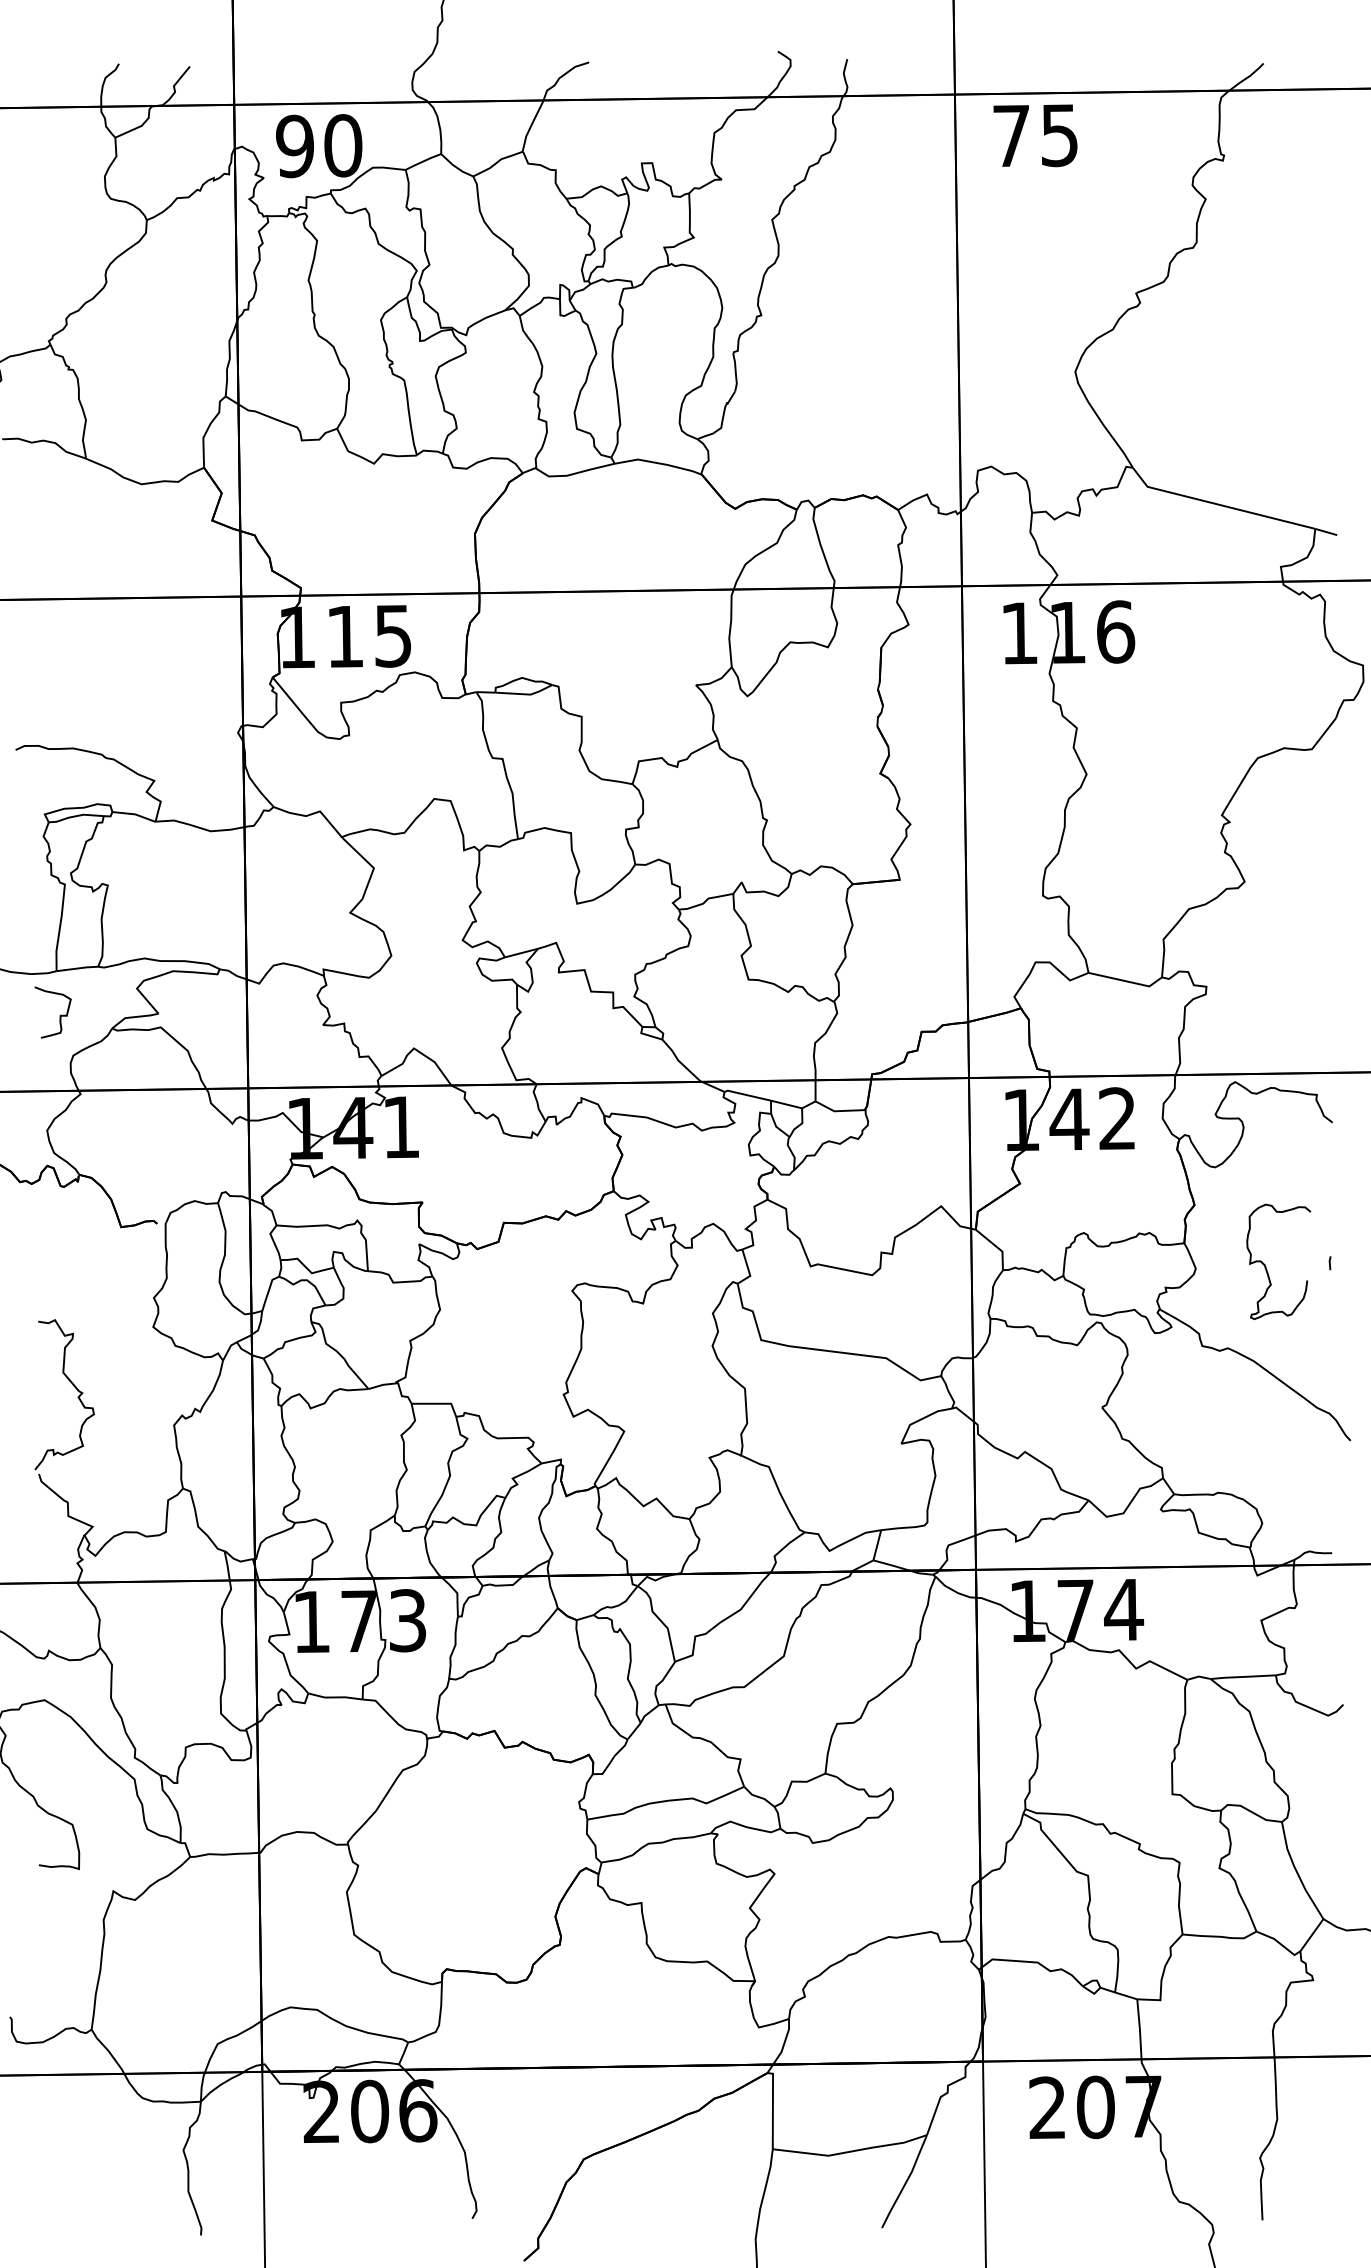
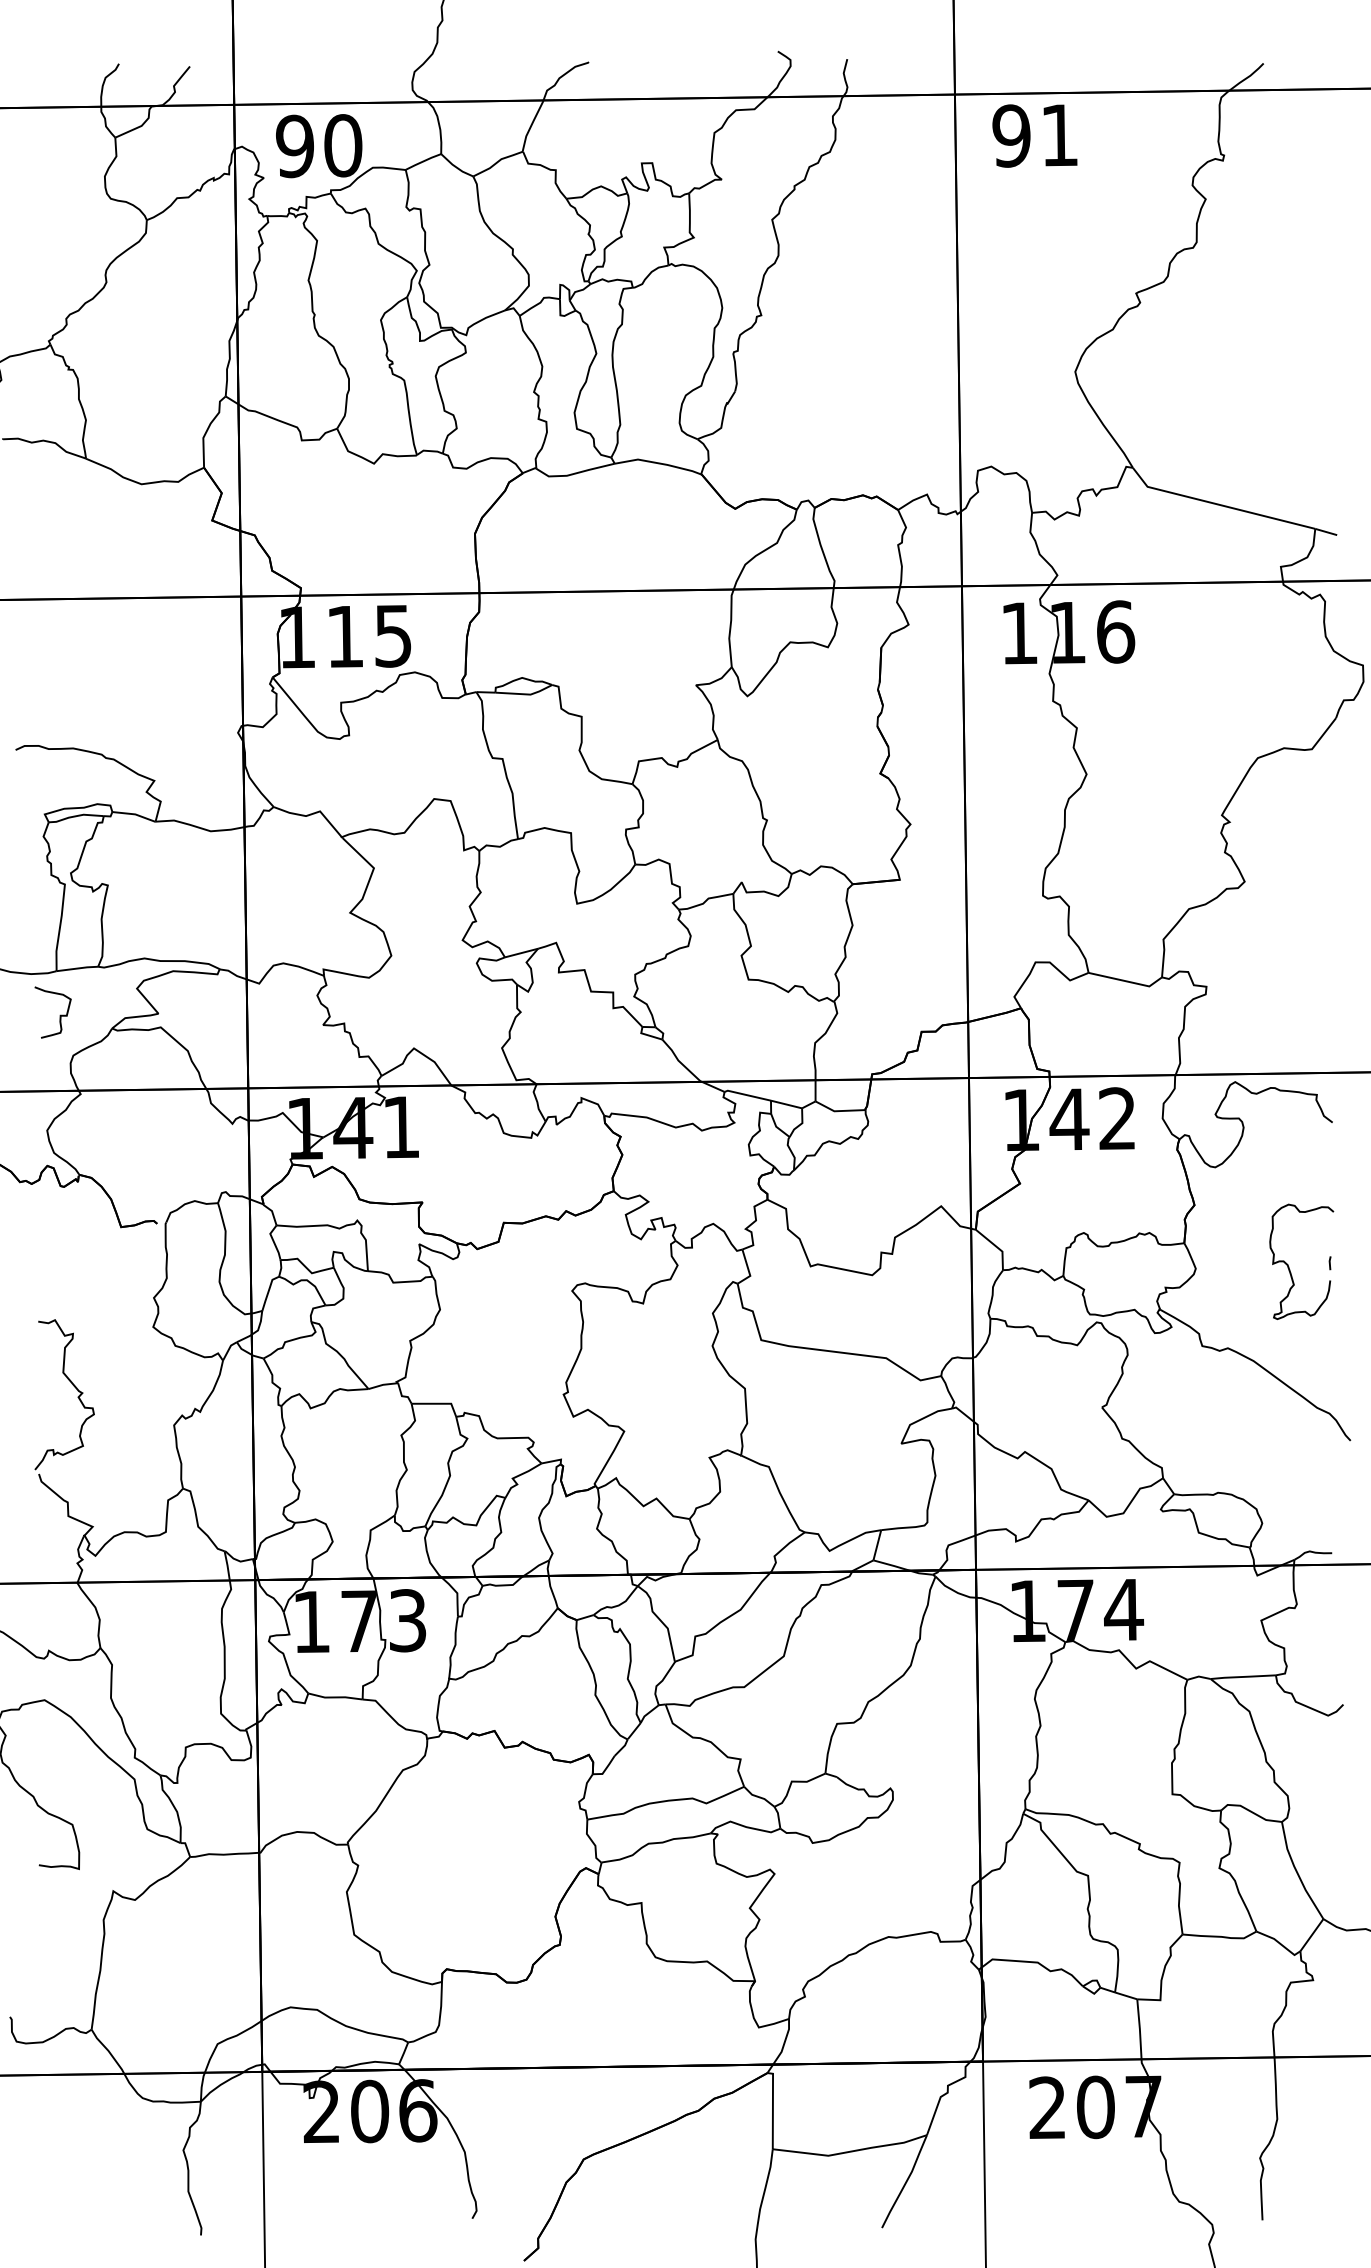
text at (1034, 135): 75 -> 91
curve at (1266, 1266) position: (1266, 1266) -> (1289, 1266)
